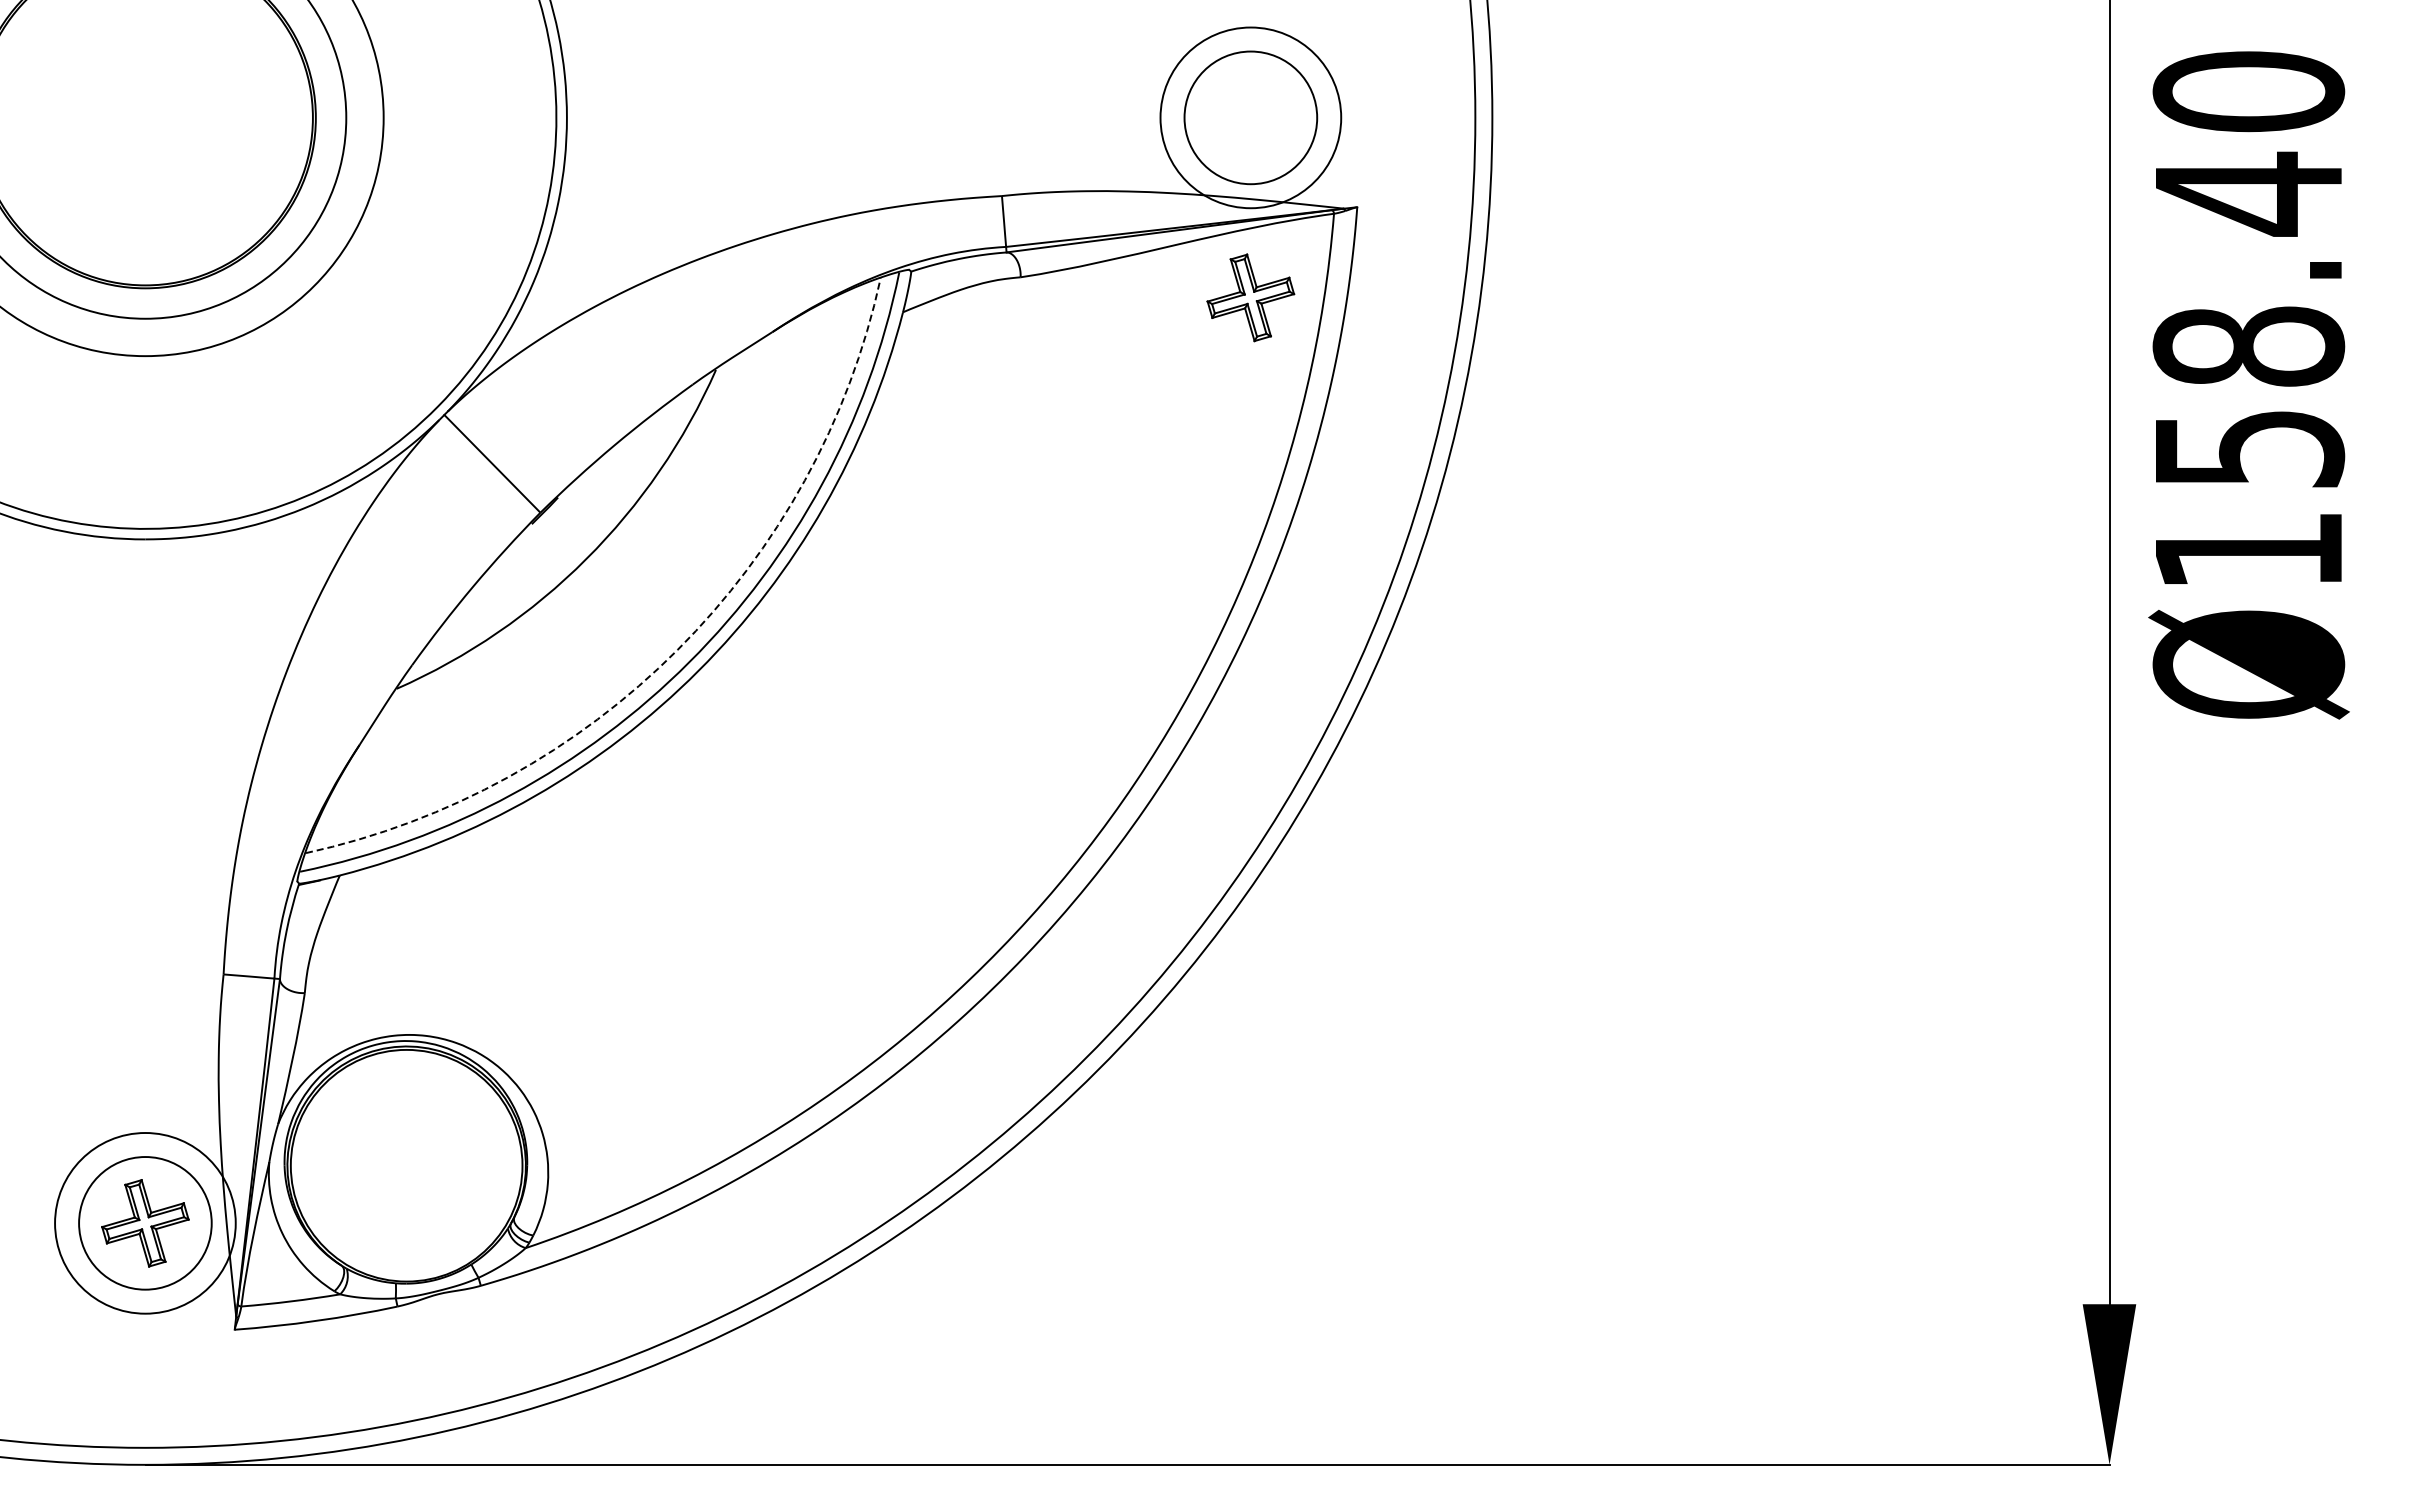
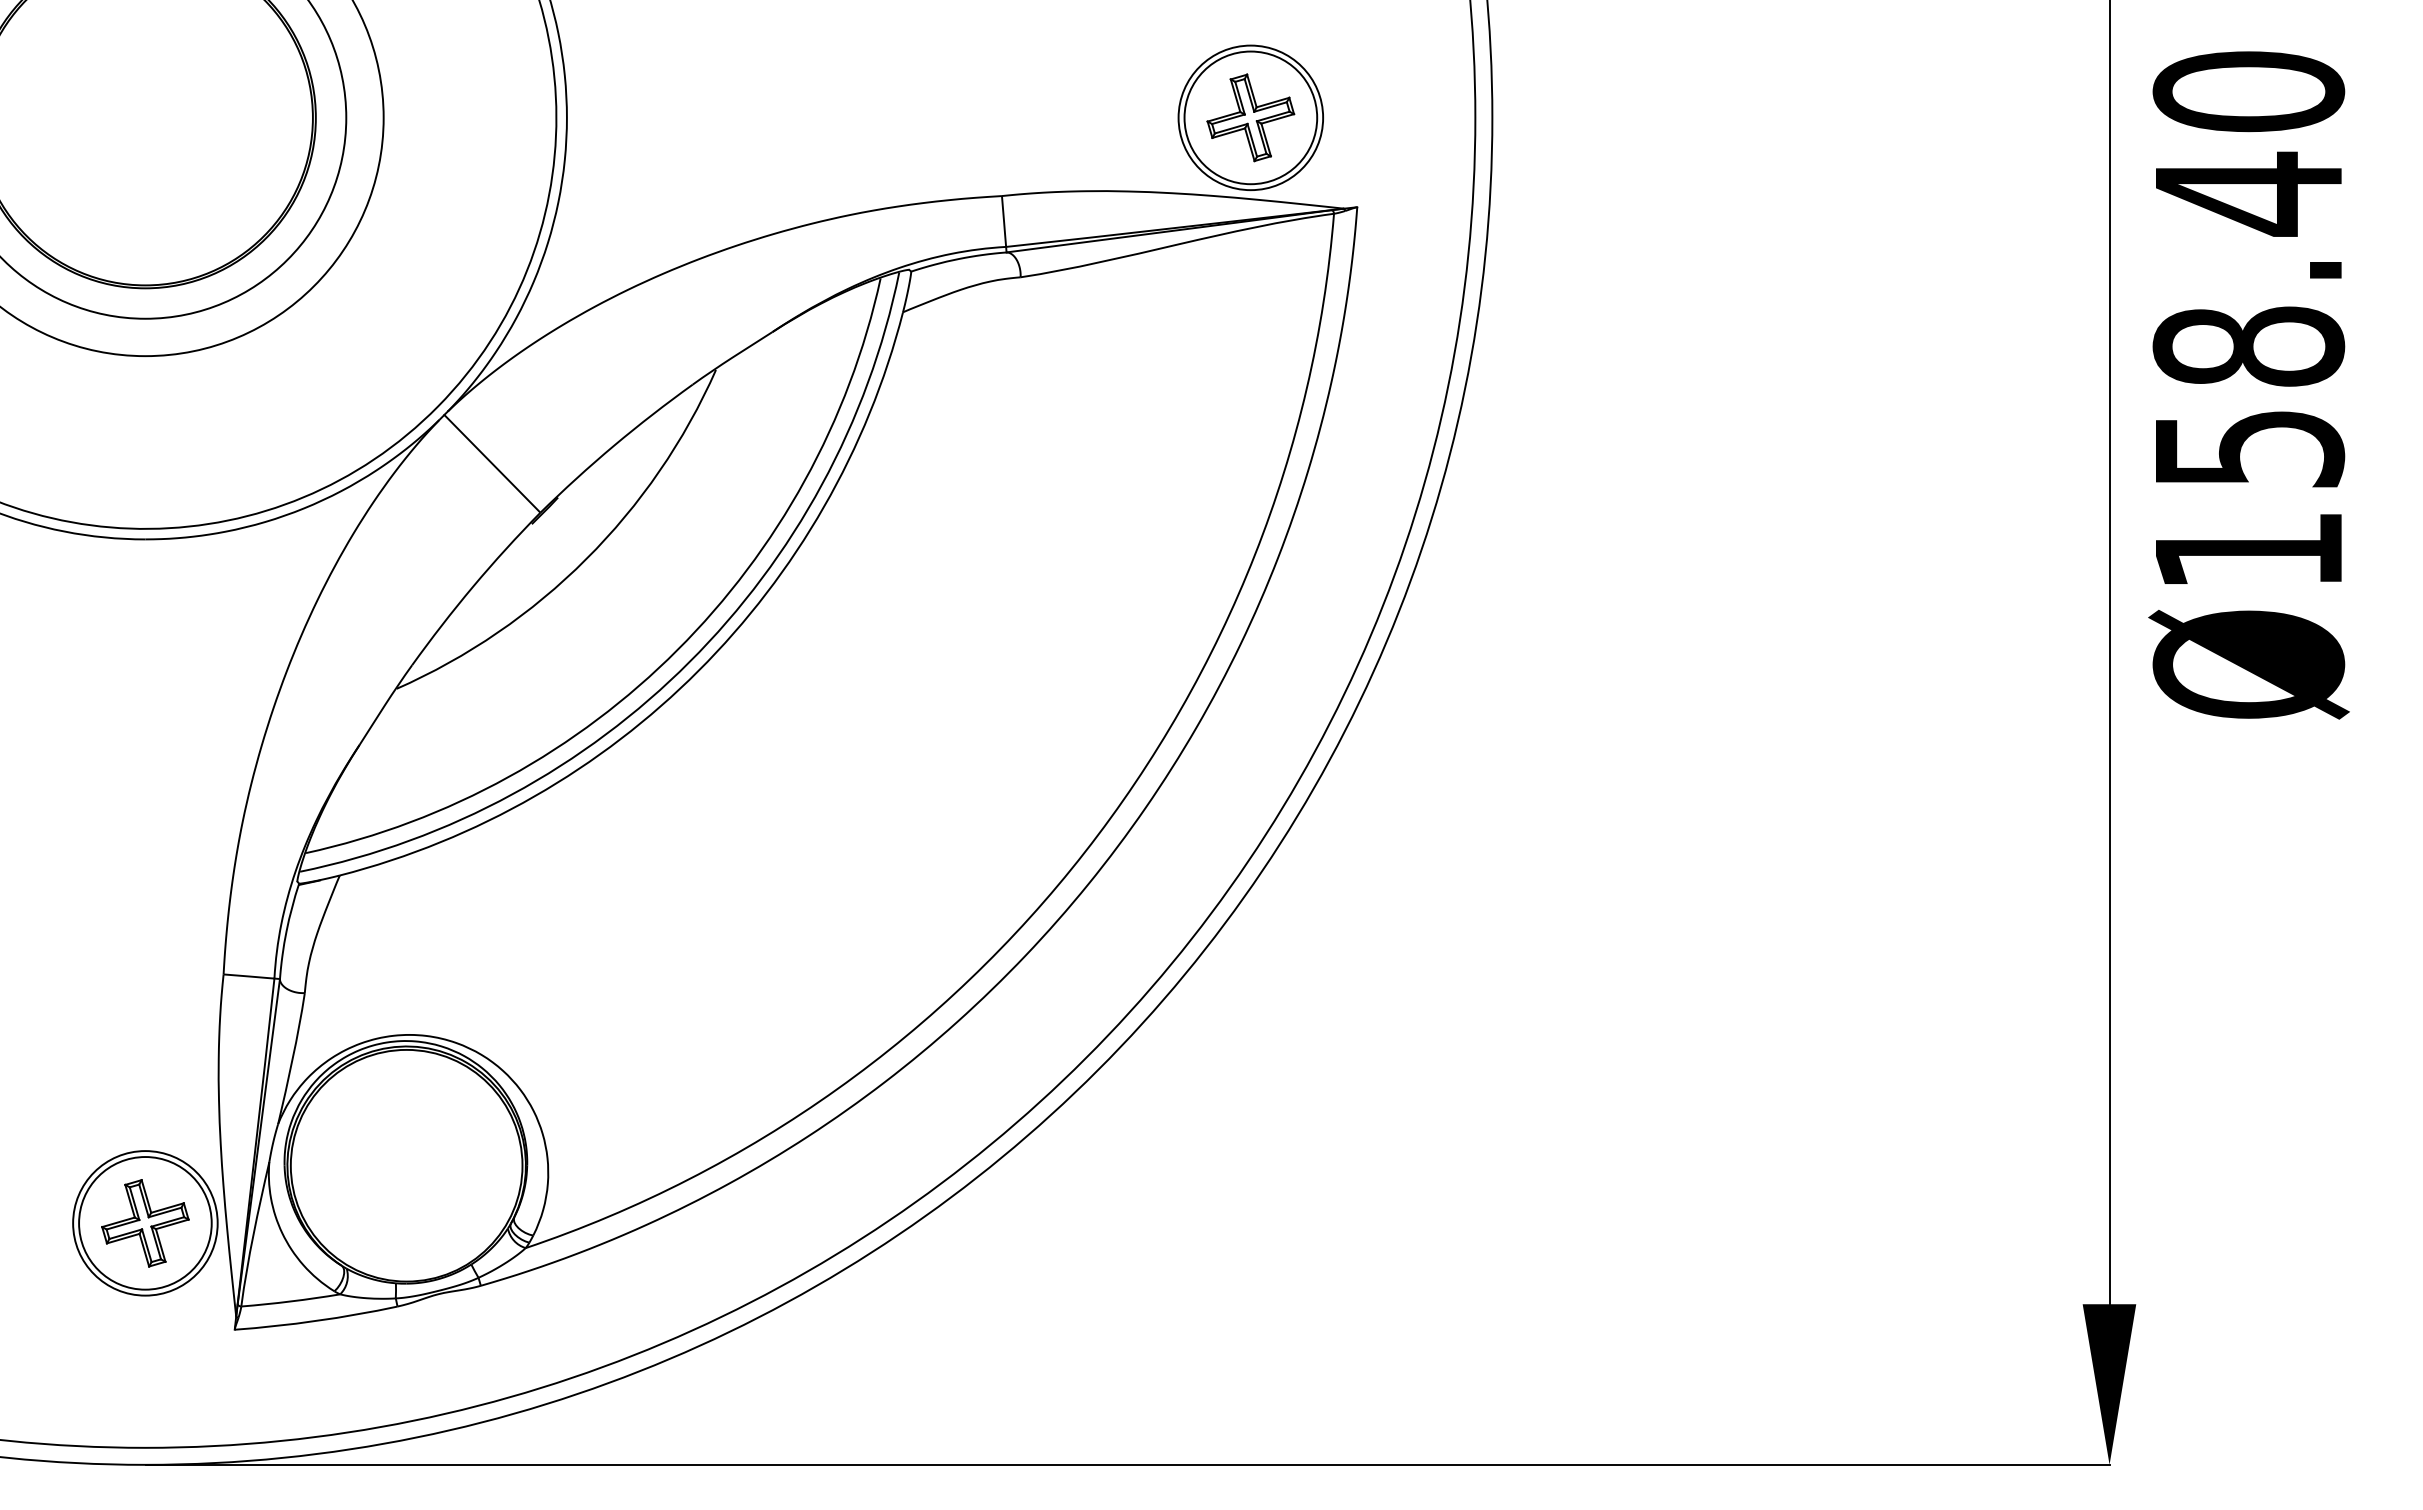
circle at (1250, 117) diameter: 181 px -> 145 px
part at (1250, 297) position: (1250, 297) -> (1250, 117)
arc at (677, 649): dashed -> solid
circle at (145, 1223) diameter: 181 px -> 145 px
